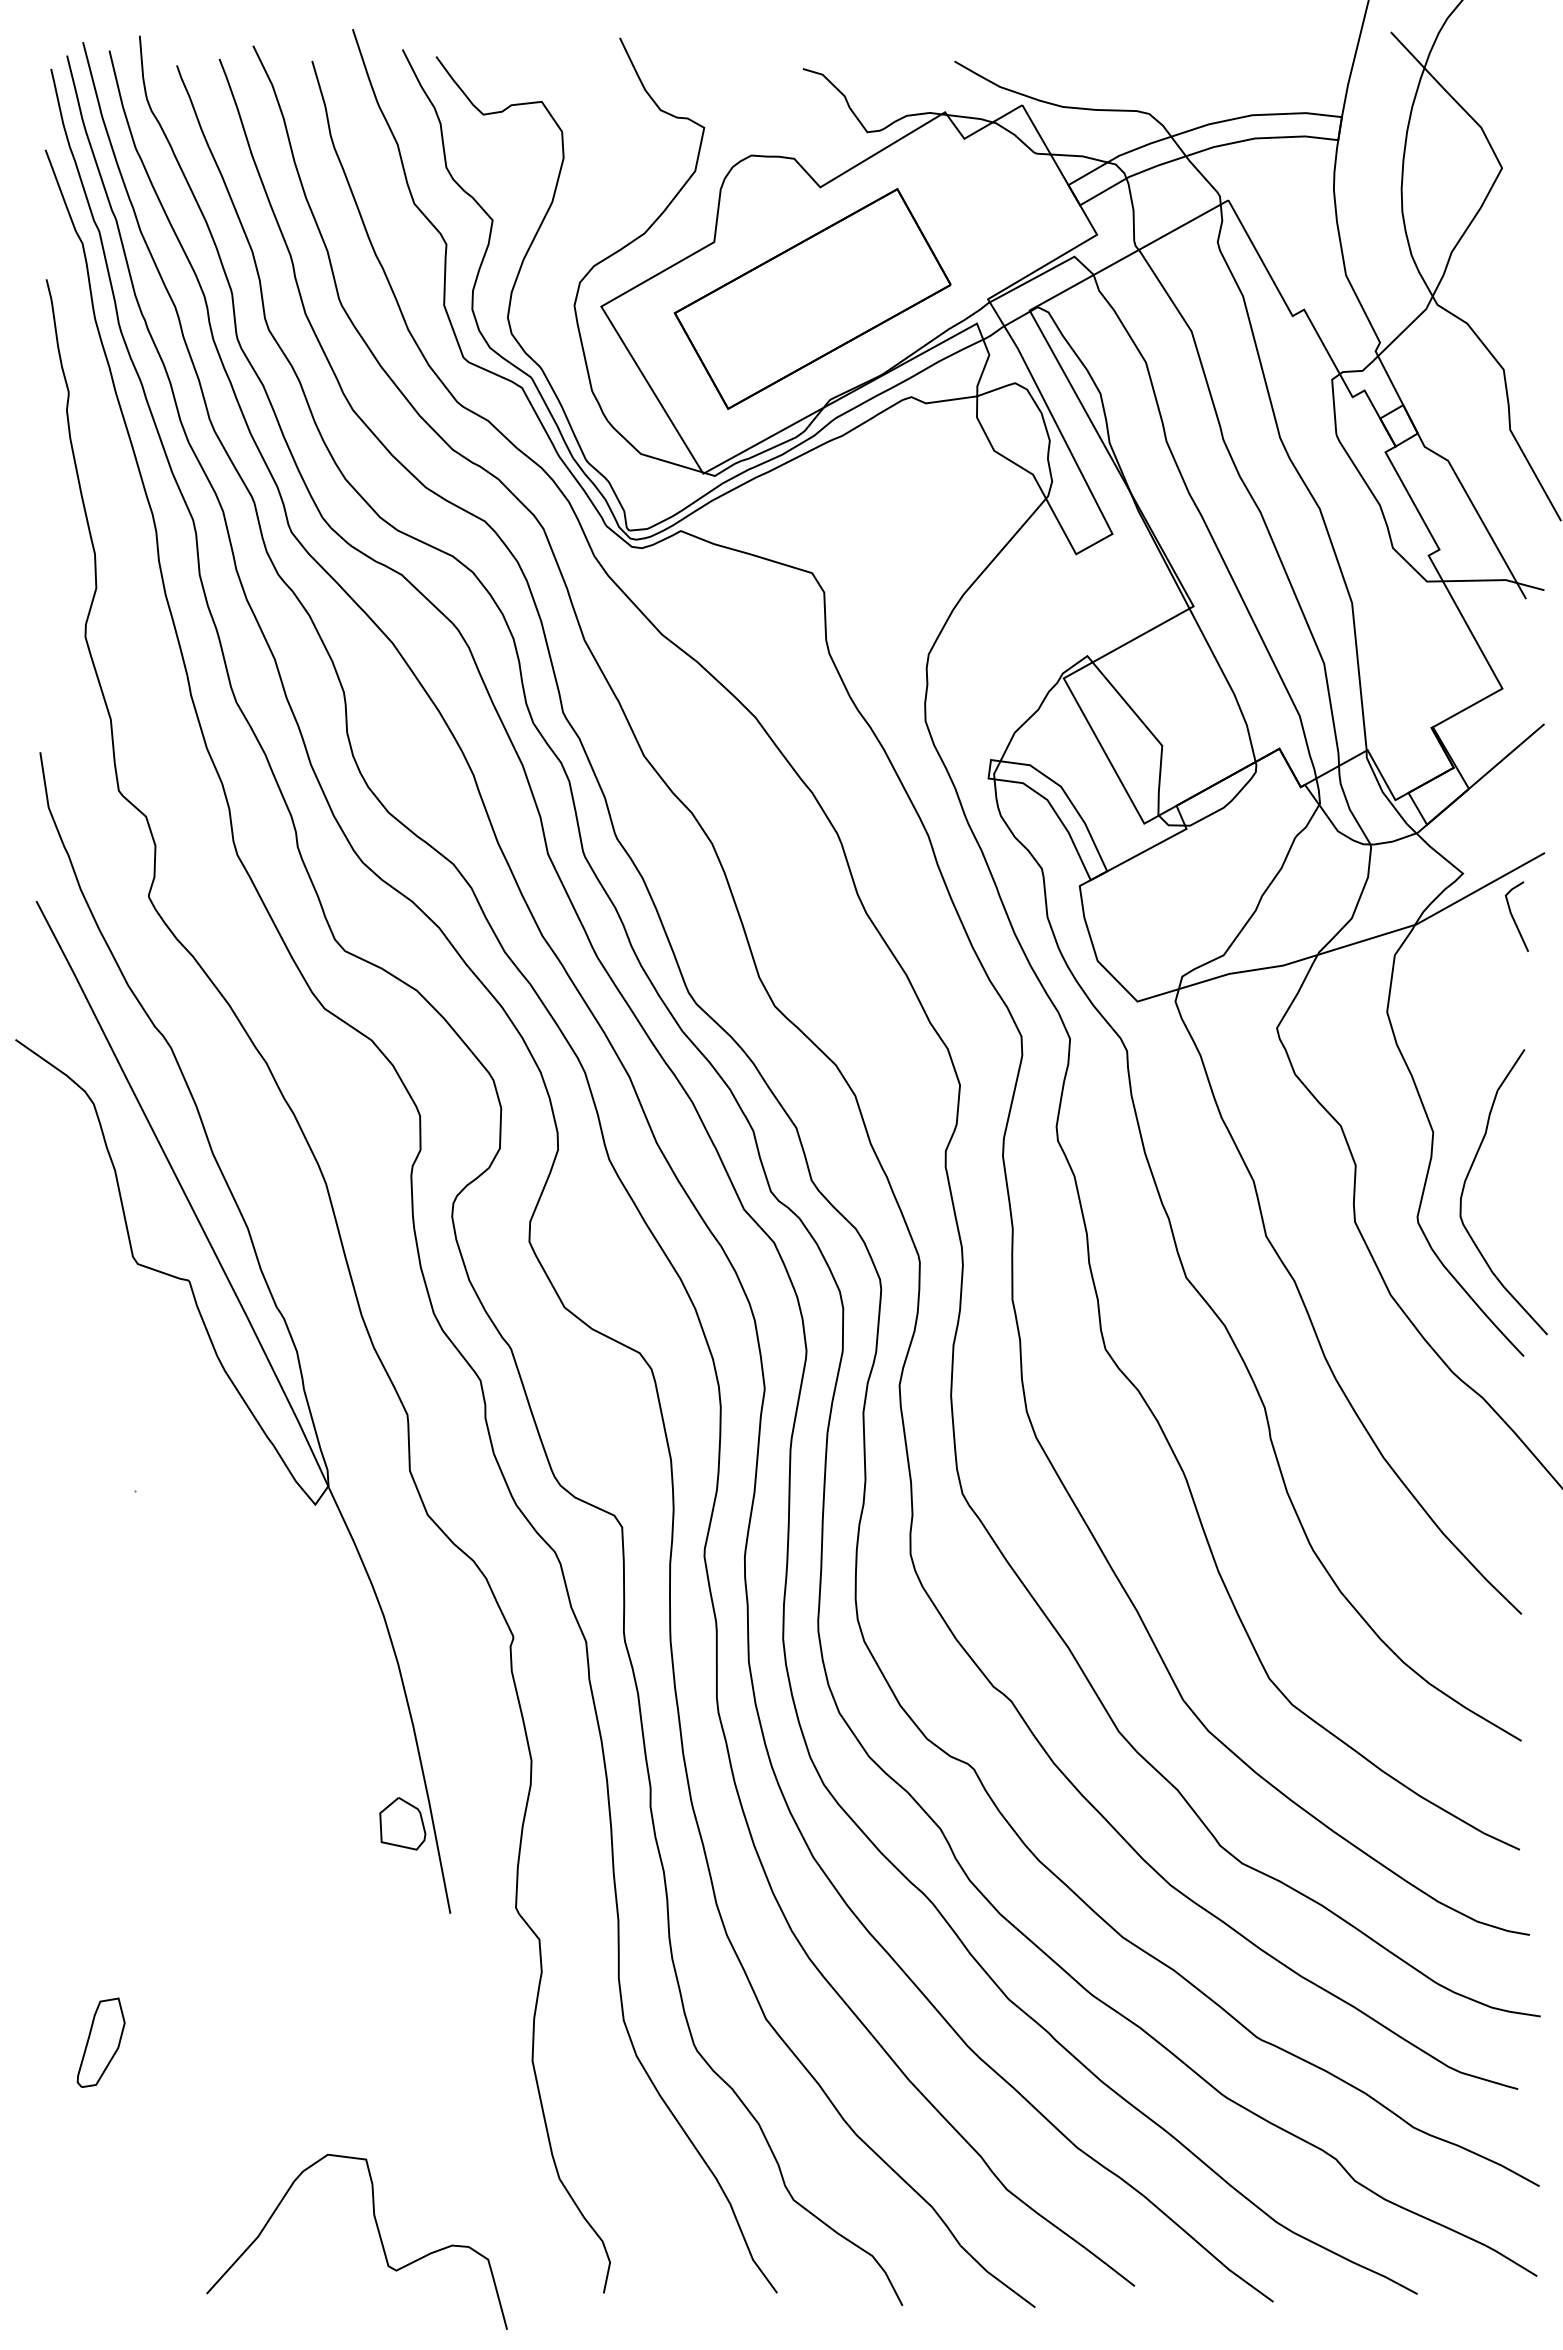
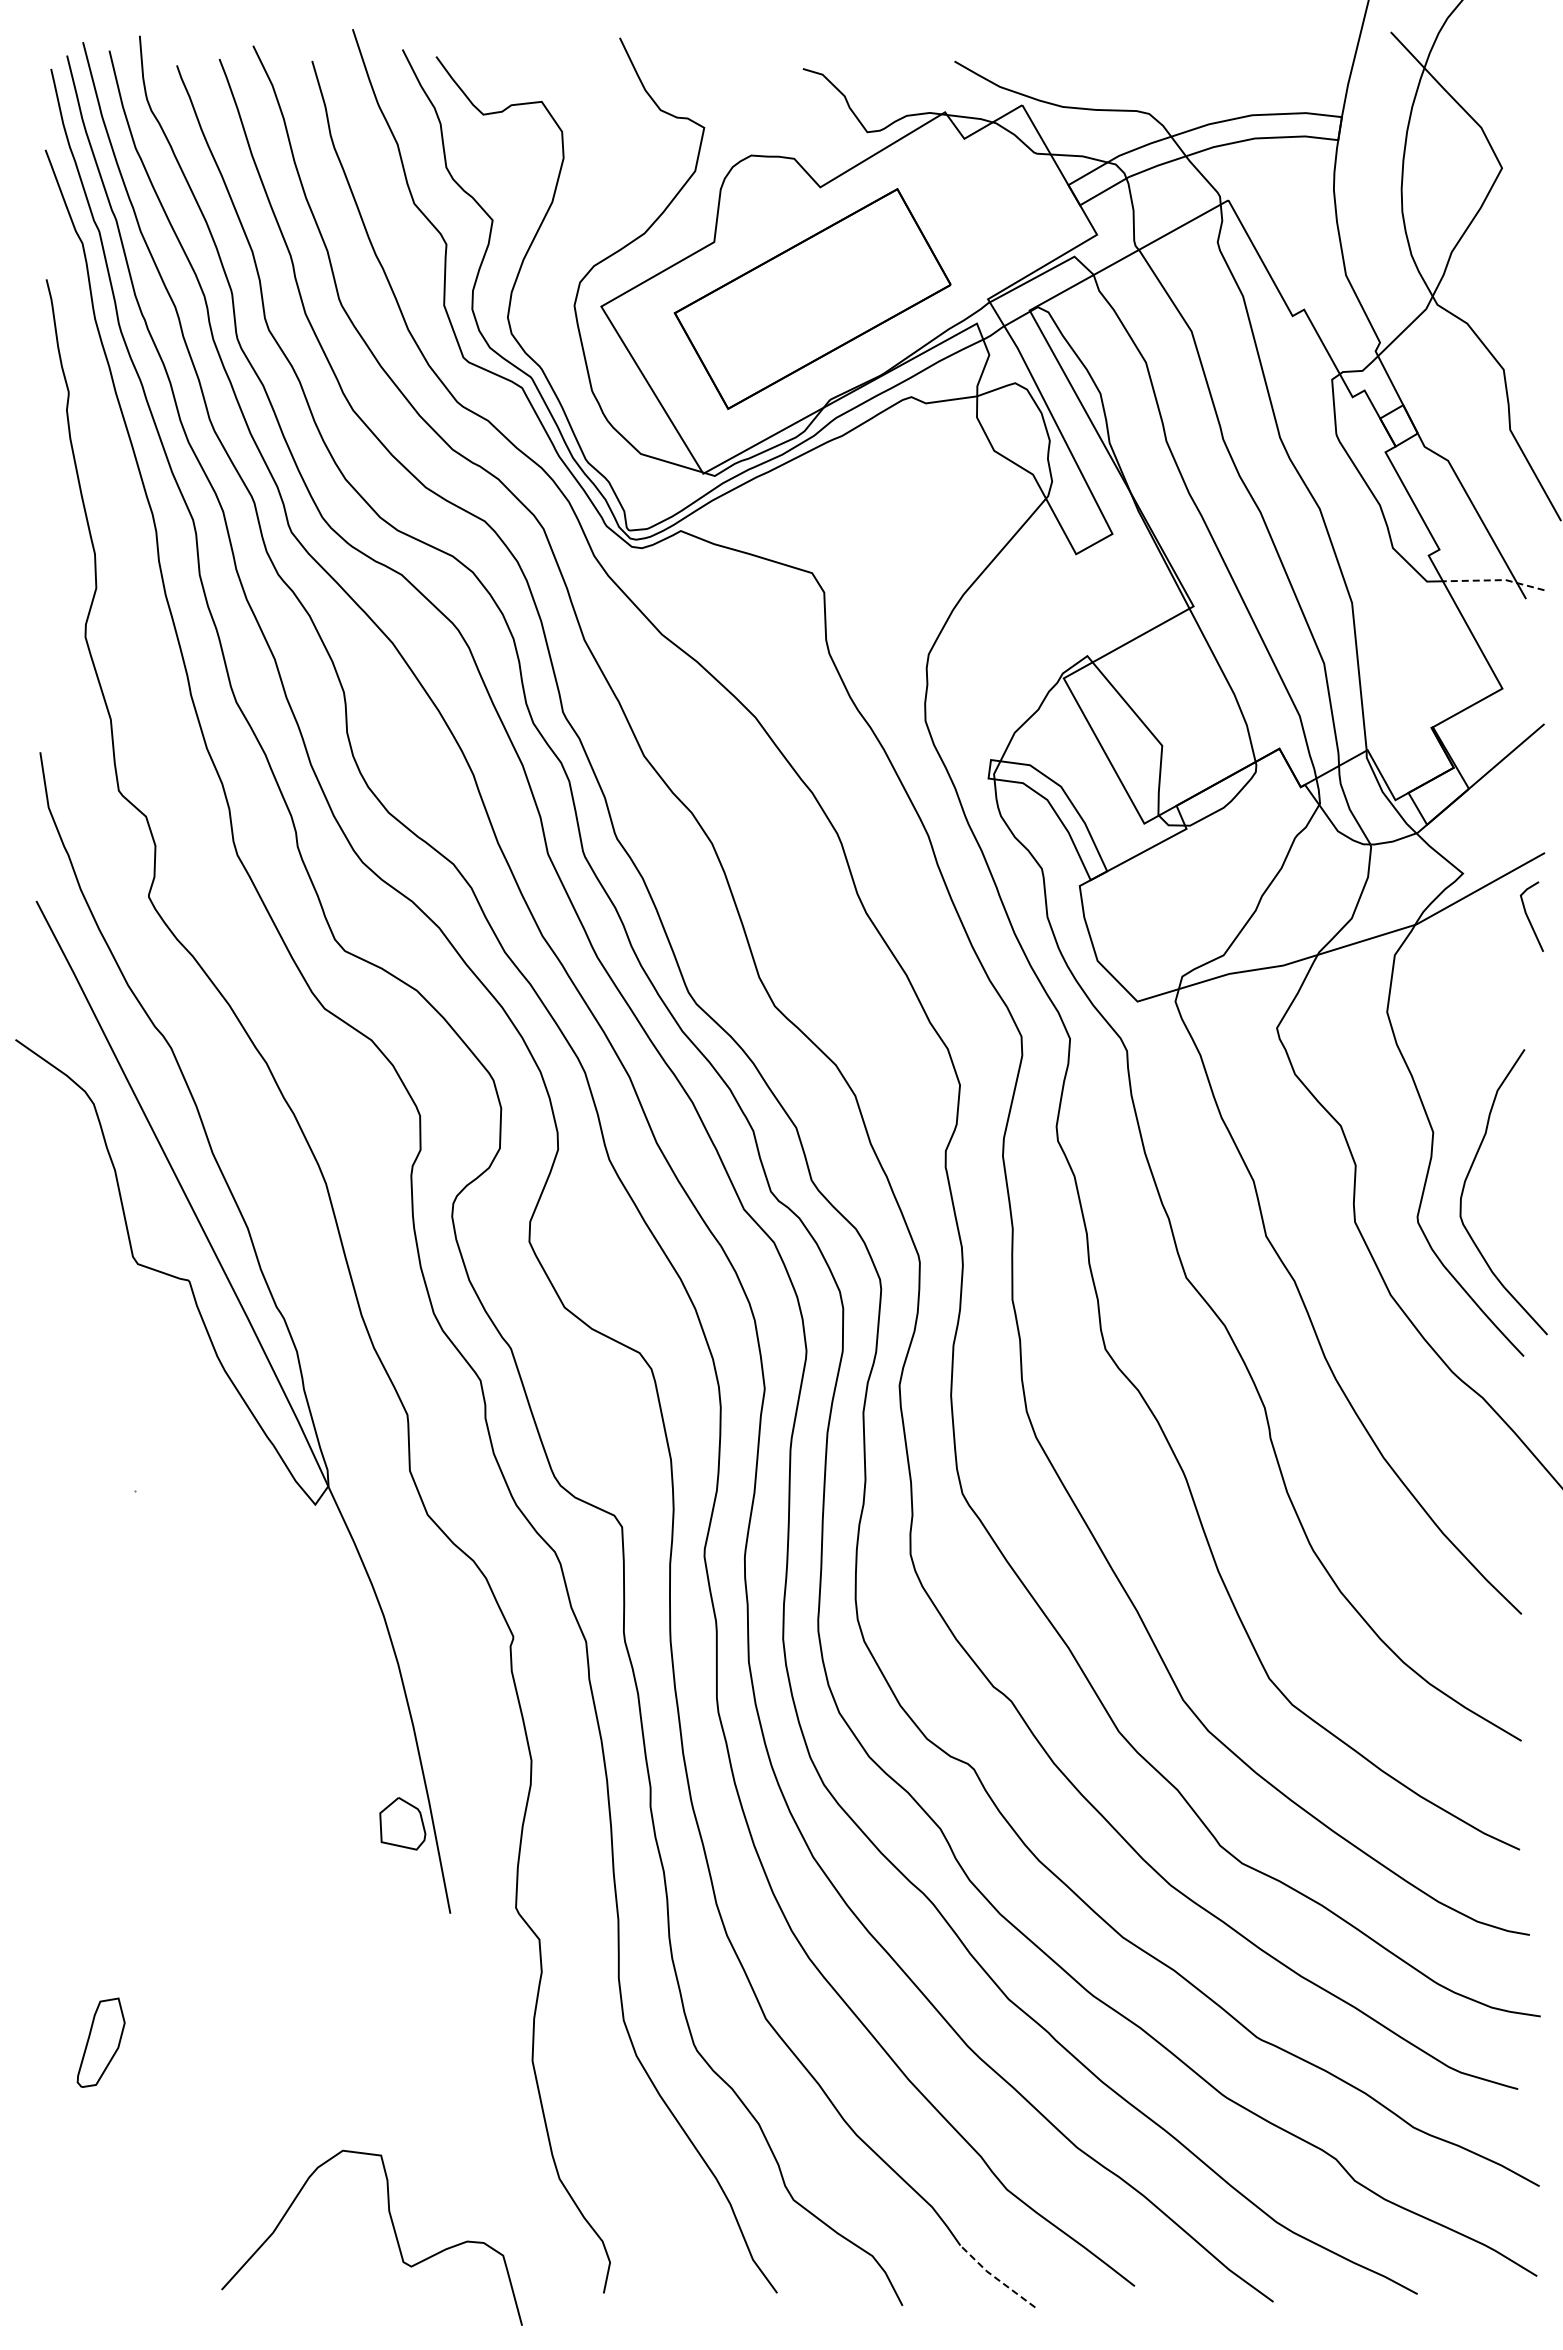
line at (1494, 580): solid -> dashed
line at (1514, 918) position: (1514, 918) -> (1529, 918)
curve at (378, 2234) position: (378, 2234) -> (393, 2230)
line at (995, 2277): solid -> dashed
